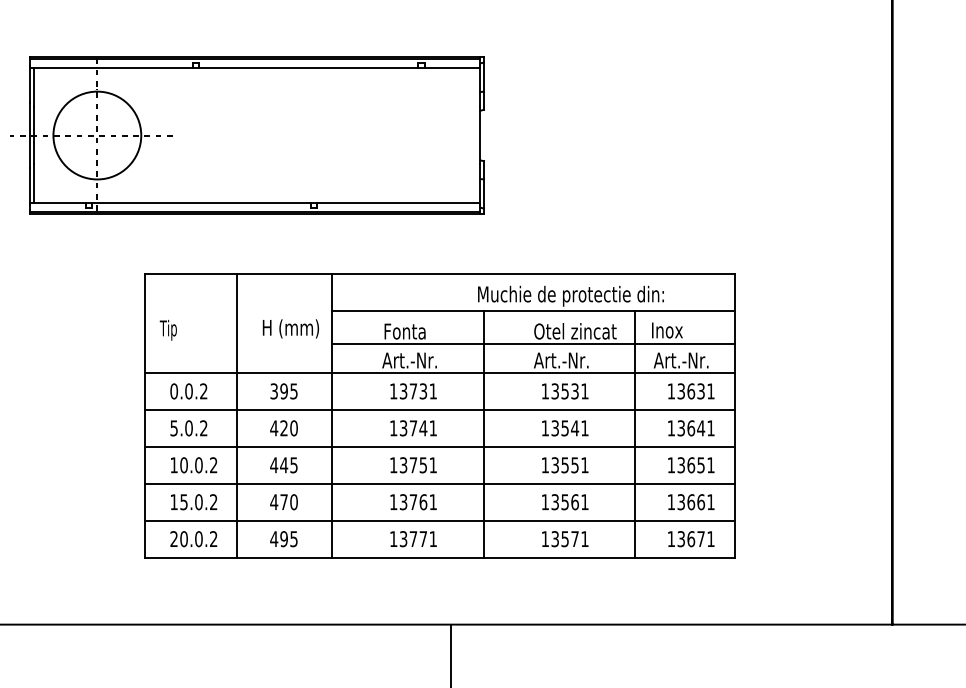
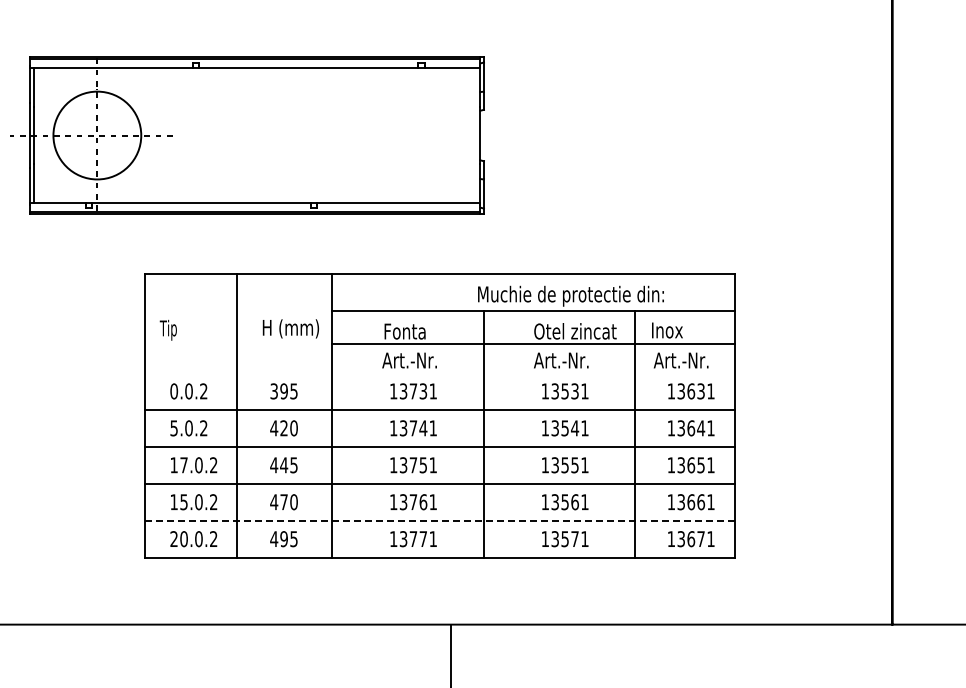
line at (440, 373): present -> none
text at (183, 465): 10.0.2 -> 17.0.2
line at (440, 521): solid -> dashed
